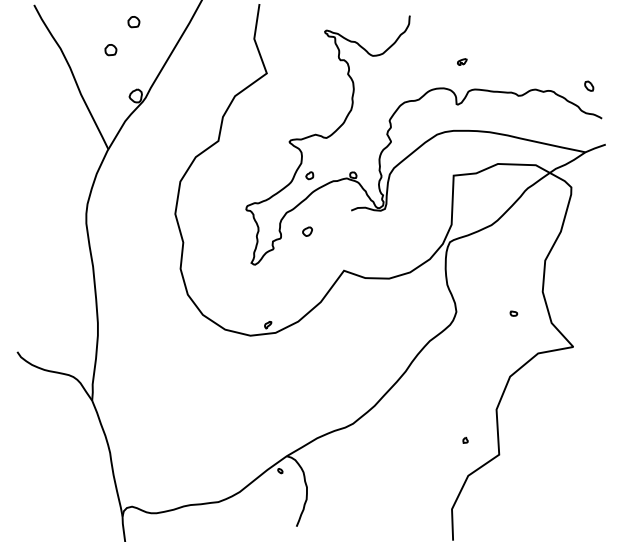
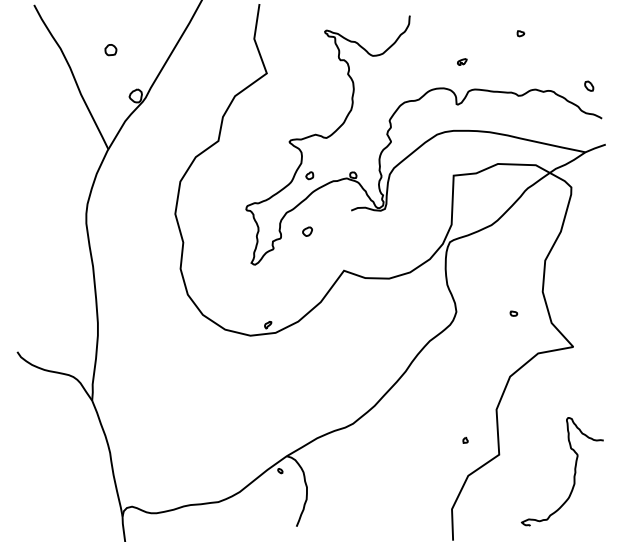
part at (133, 22): present -> none
part at (520, 33): none -> present
curve at (573, 475): none -> present
